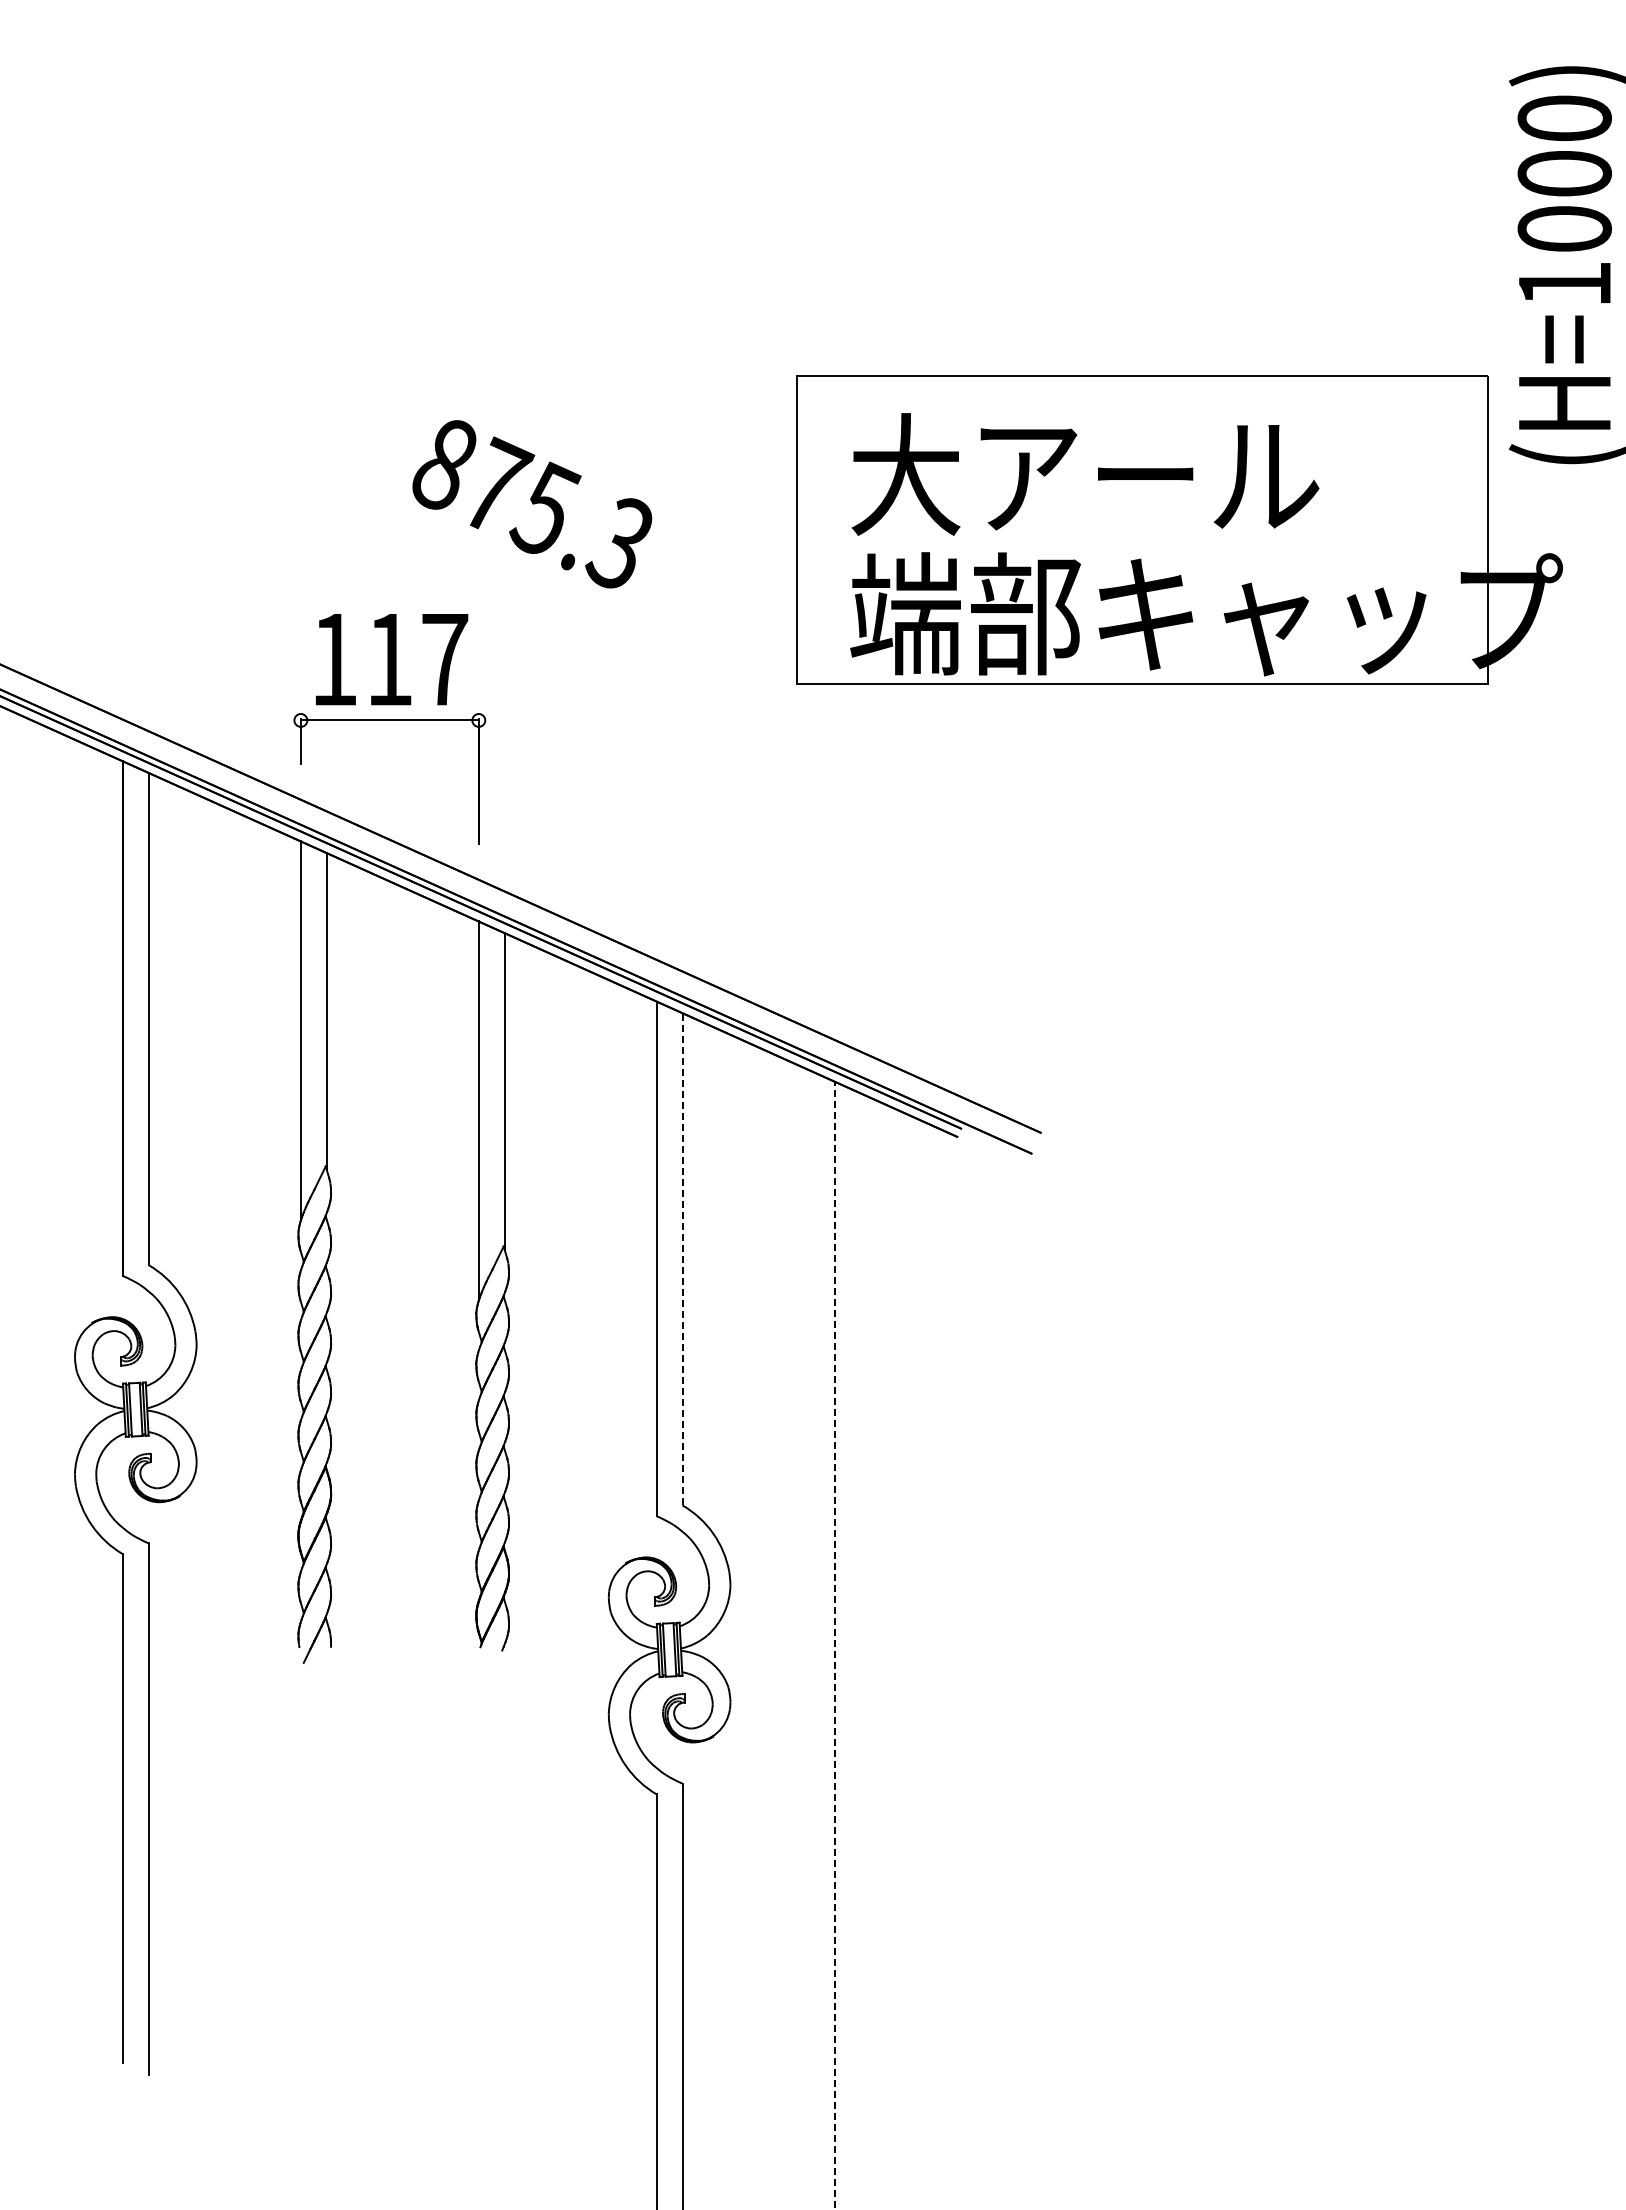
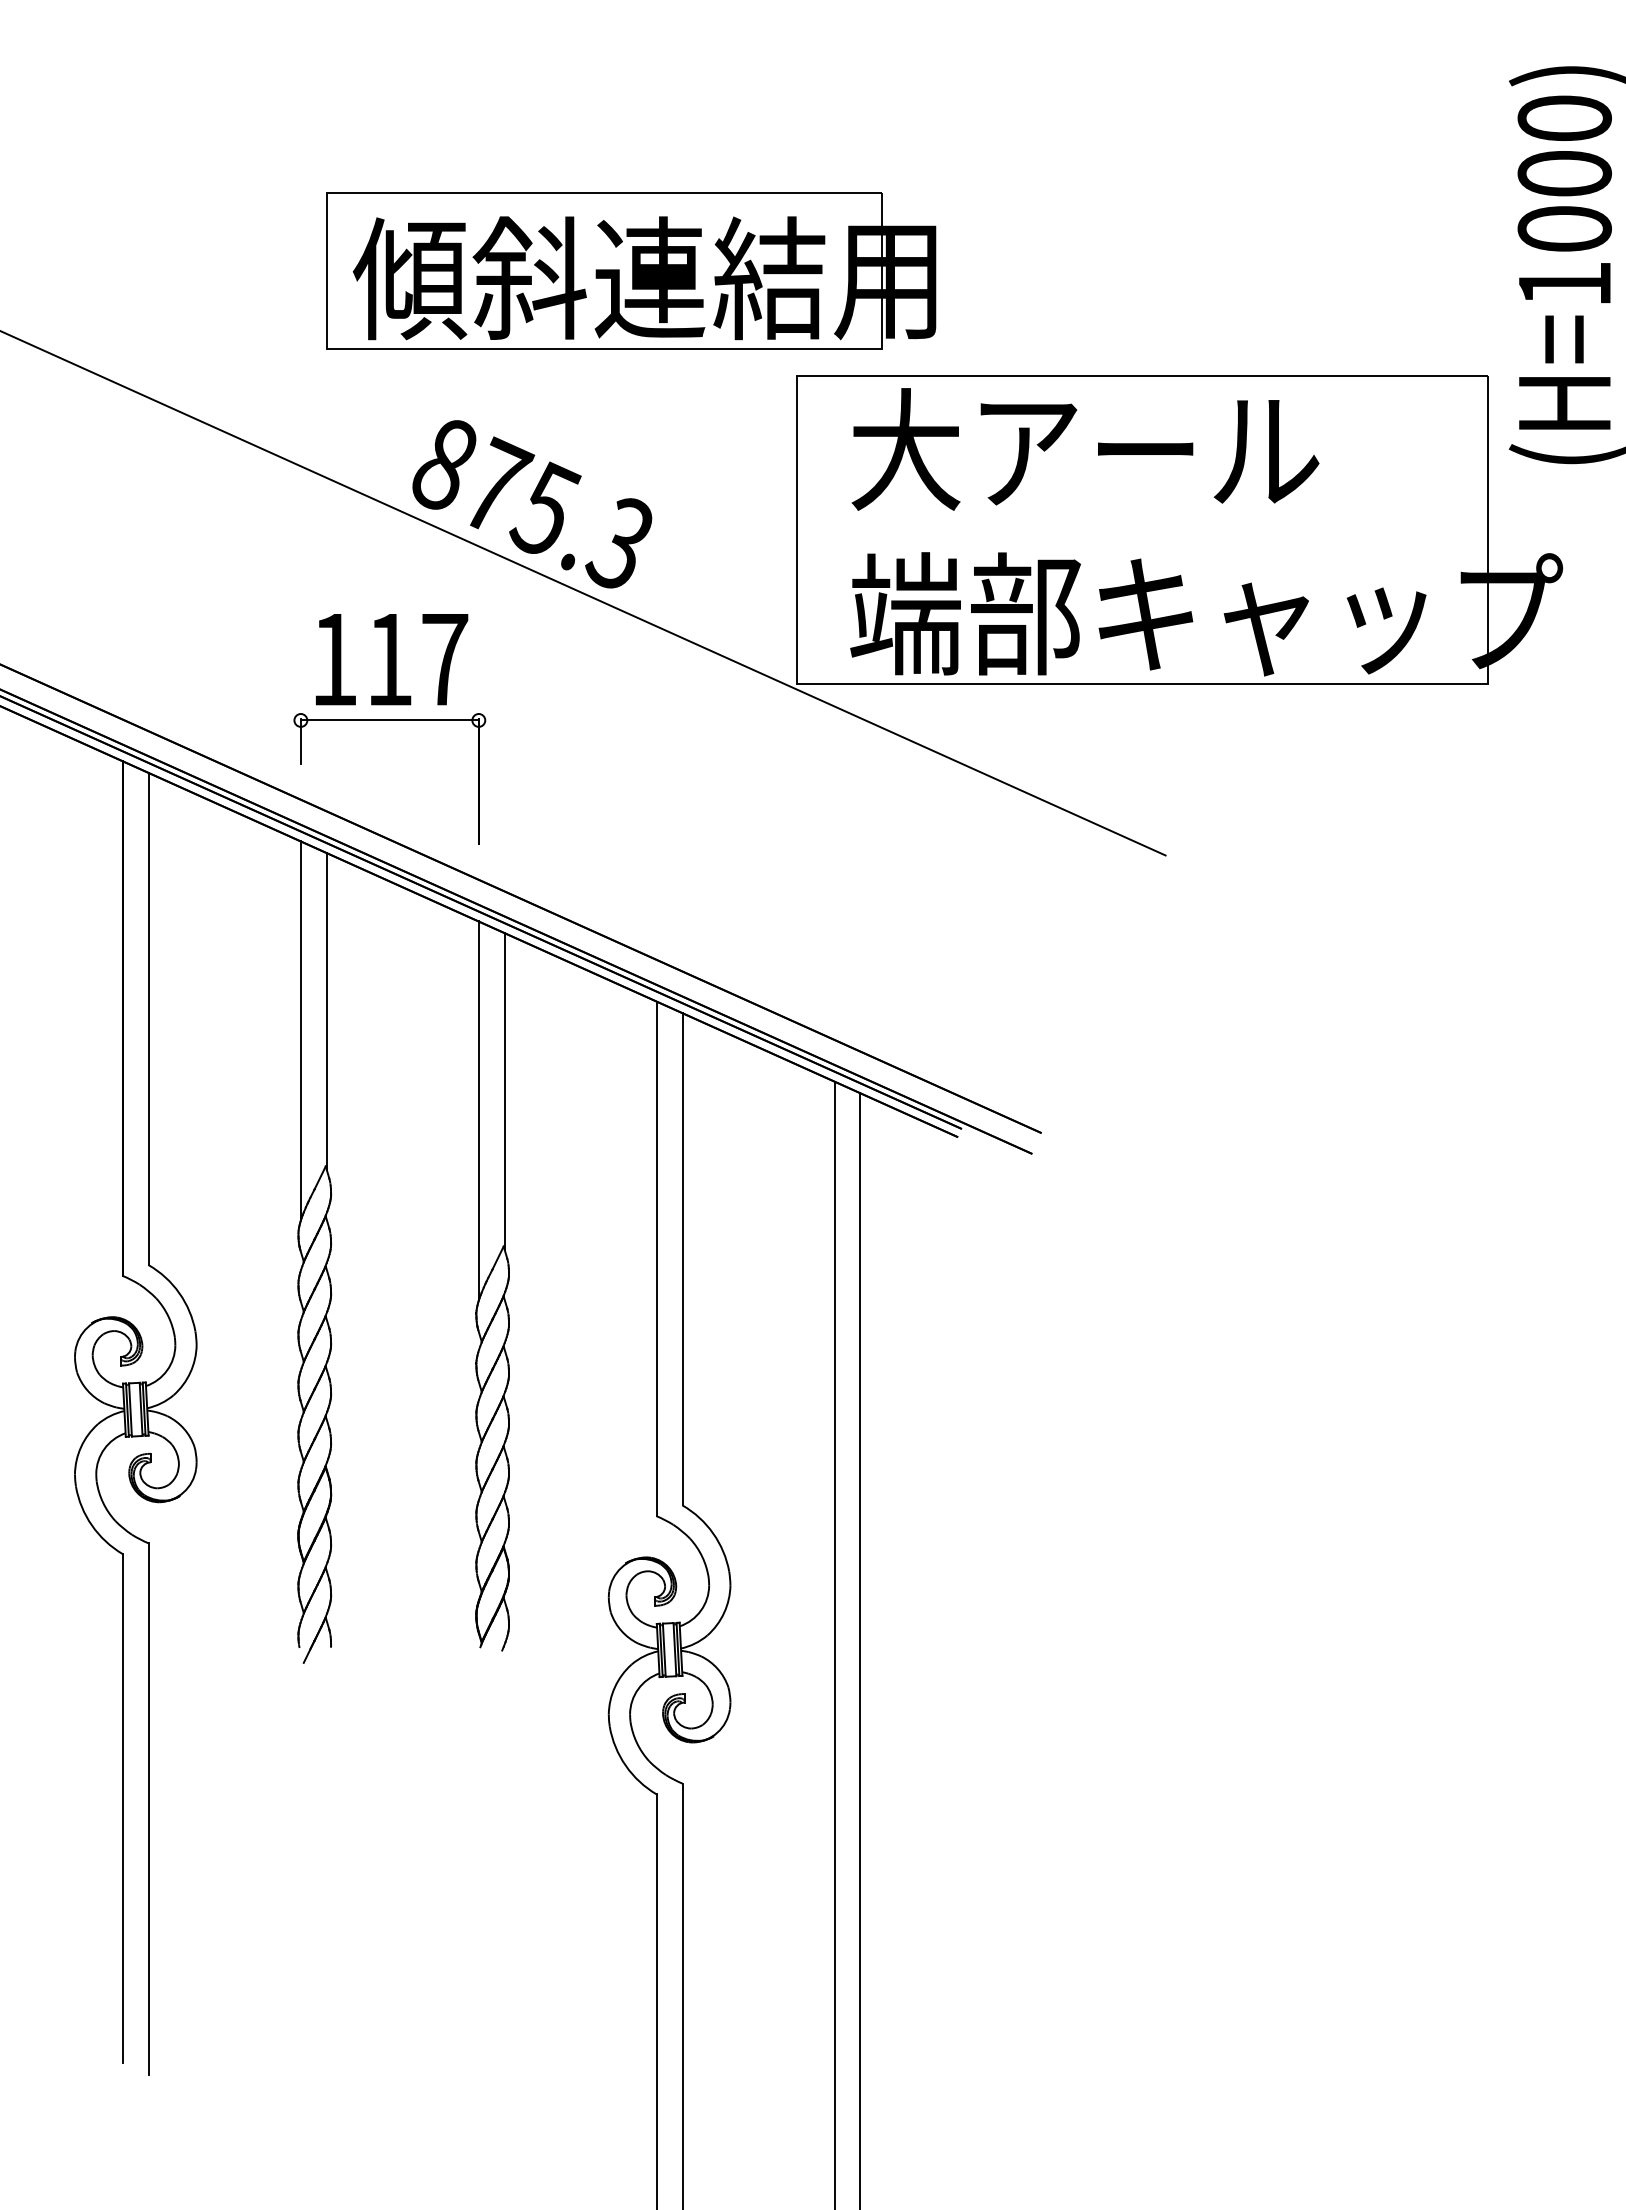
part at (631, 270): none -> present
text at (1085, 474) position: (1085, 474) -> (1085, 449)
line at (583, 593): none -> present
line at (682, 1258): dashed -> solid
line at (834, 1645): dashed -> solid
line at (860, 1649): none -> present
